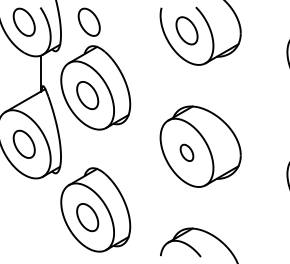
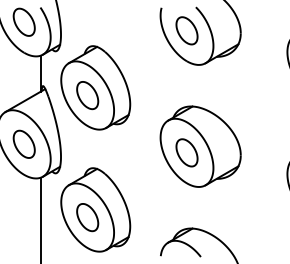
part at (88, 21): present -> none
part at (186, 152) size: 16x19 px -> 24x30 px
line at (40, 218): none -> present
